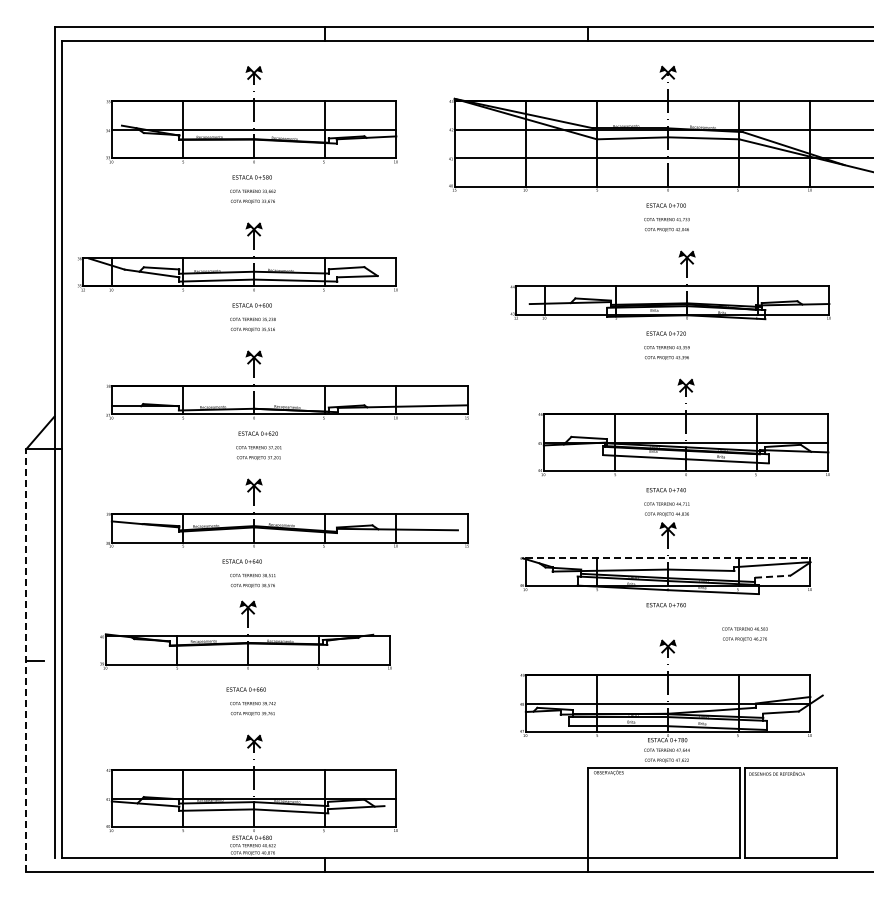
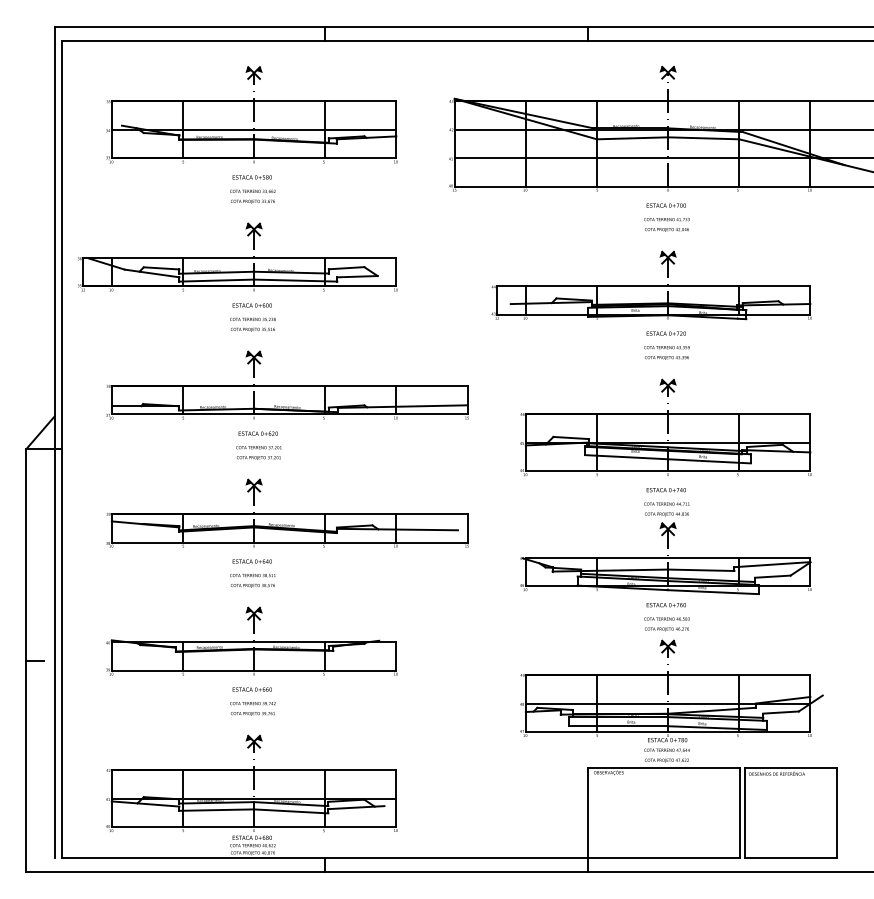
part at (670, 285) position: (670, 285) -> (651, 285)
part at (683, 427) position: (683, 427) -> (665, 427)
line at (668, 557): dashed -> solid
text at (241, 561) position: (241, 561) -> (251, 561)
line at (772, 576): dashed -> solid
part at (245, 634) position: (245, 634) -> (251, 640)
text at (744, 634) position: (744, 634) -> (666, 624)
line at (26, 660): dashed -> solid
text at (245, 689) position: (245, 689) -> (251, 689)
